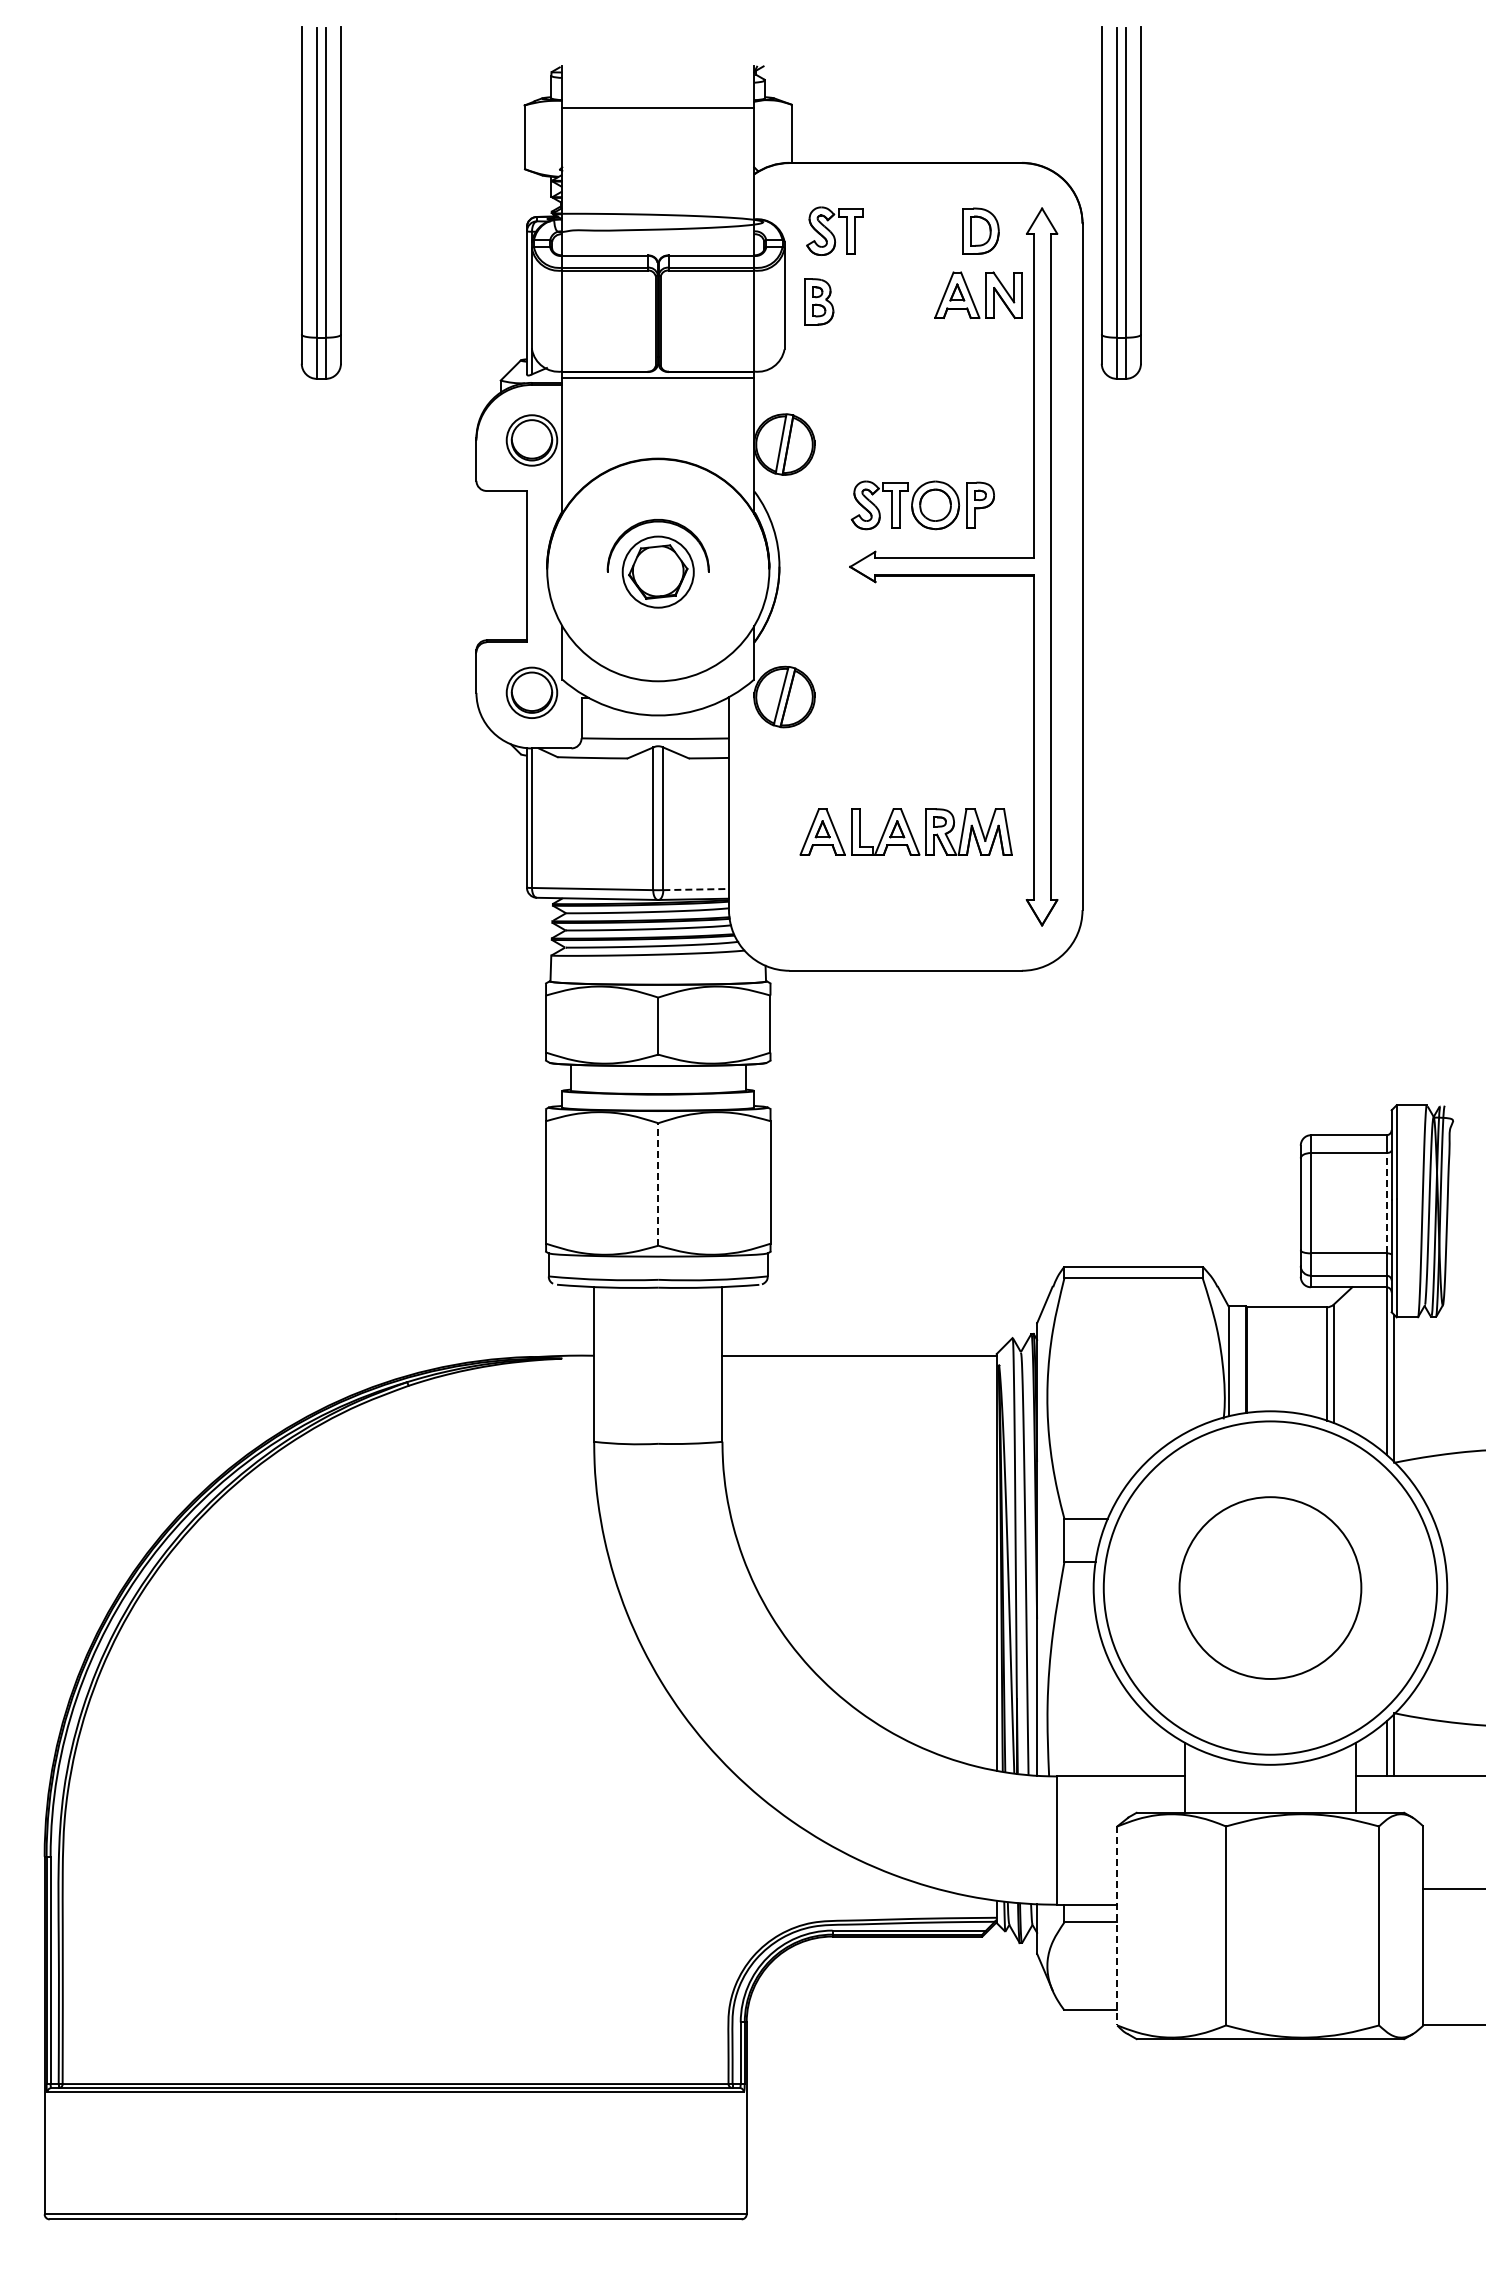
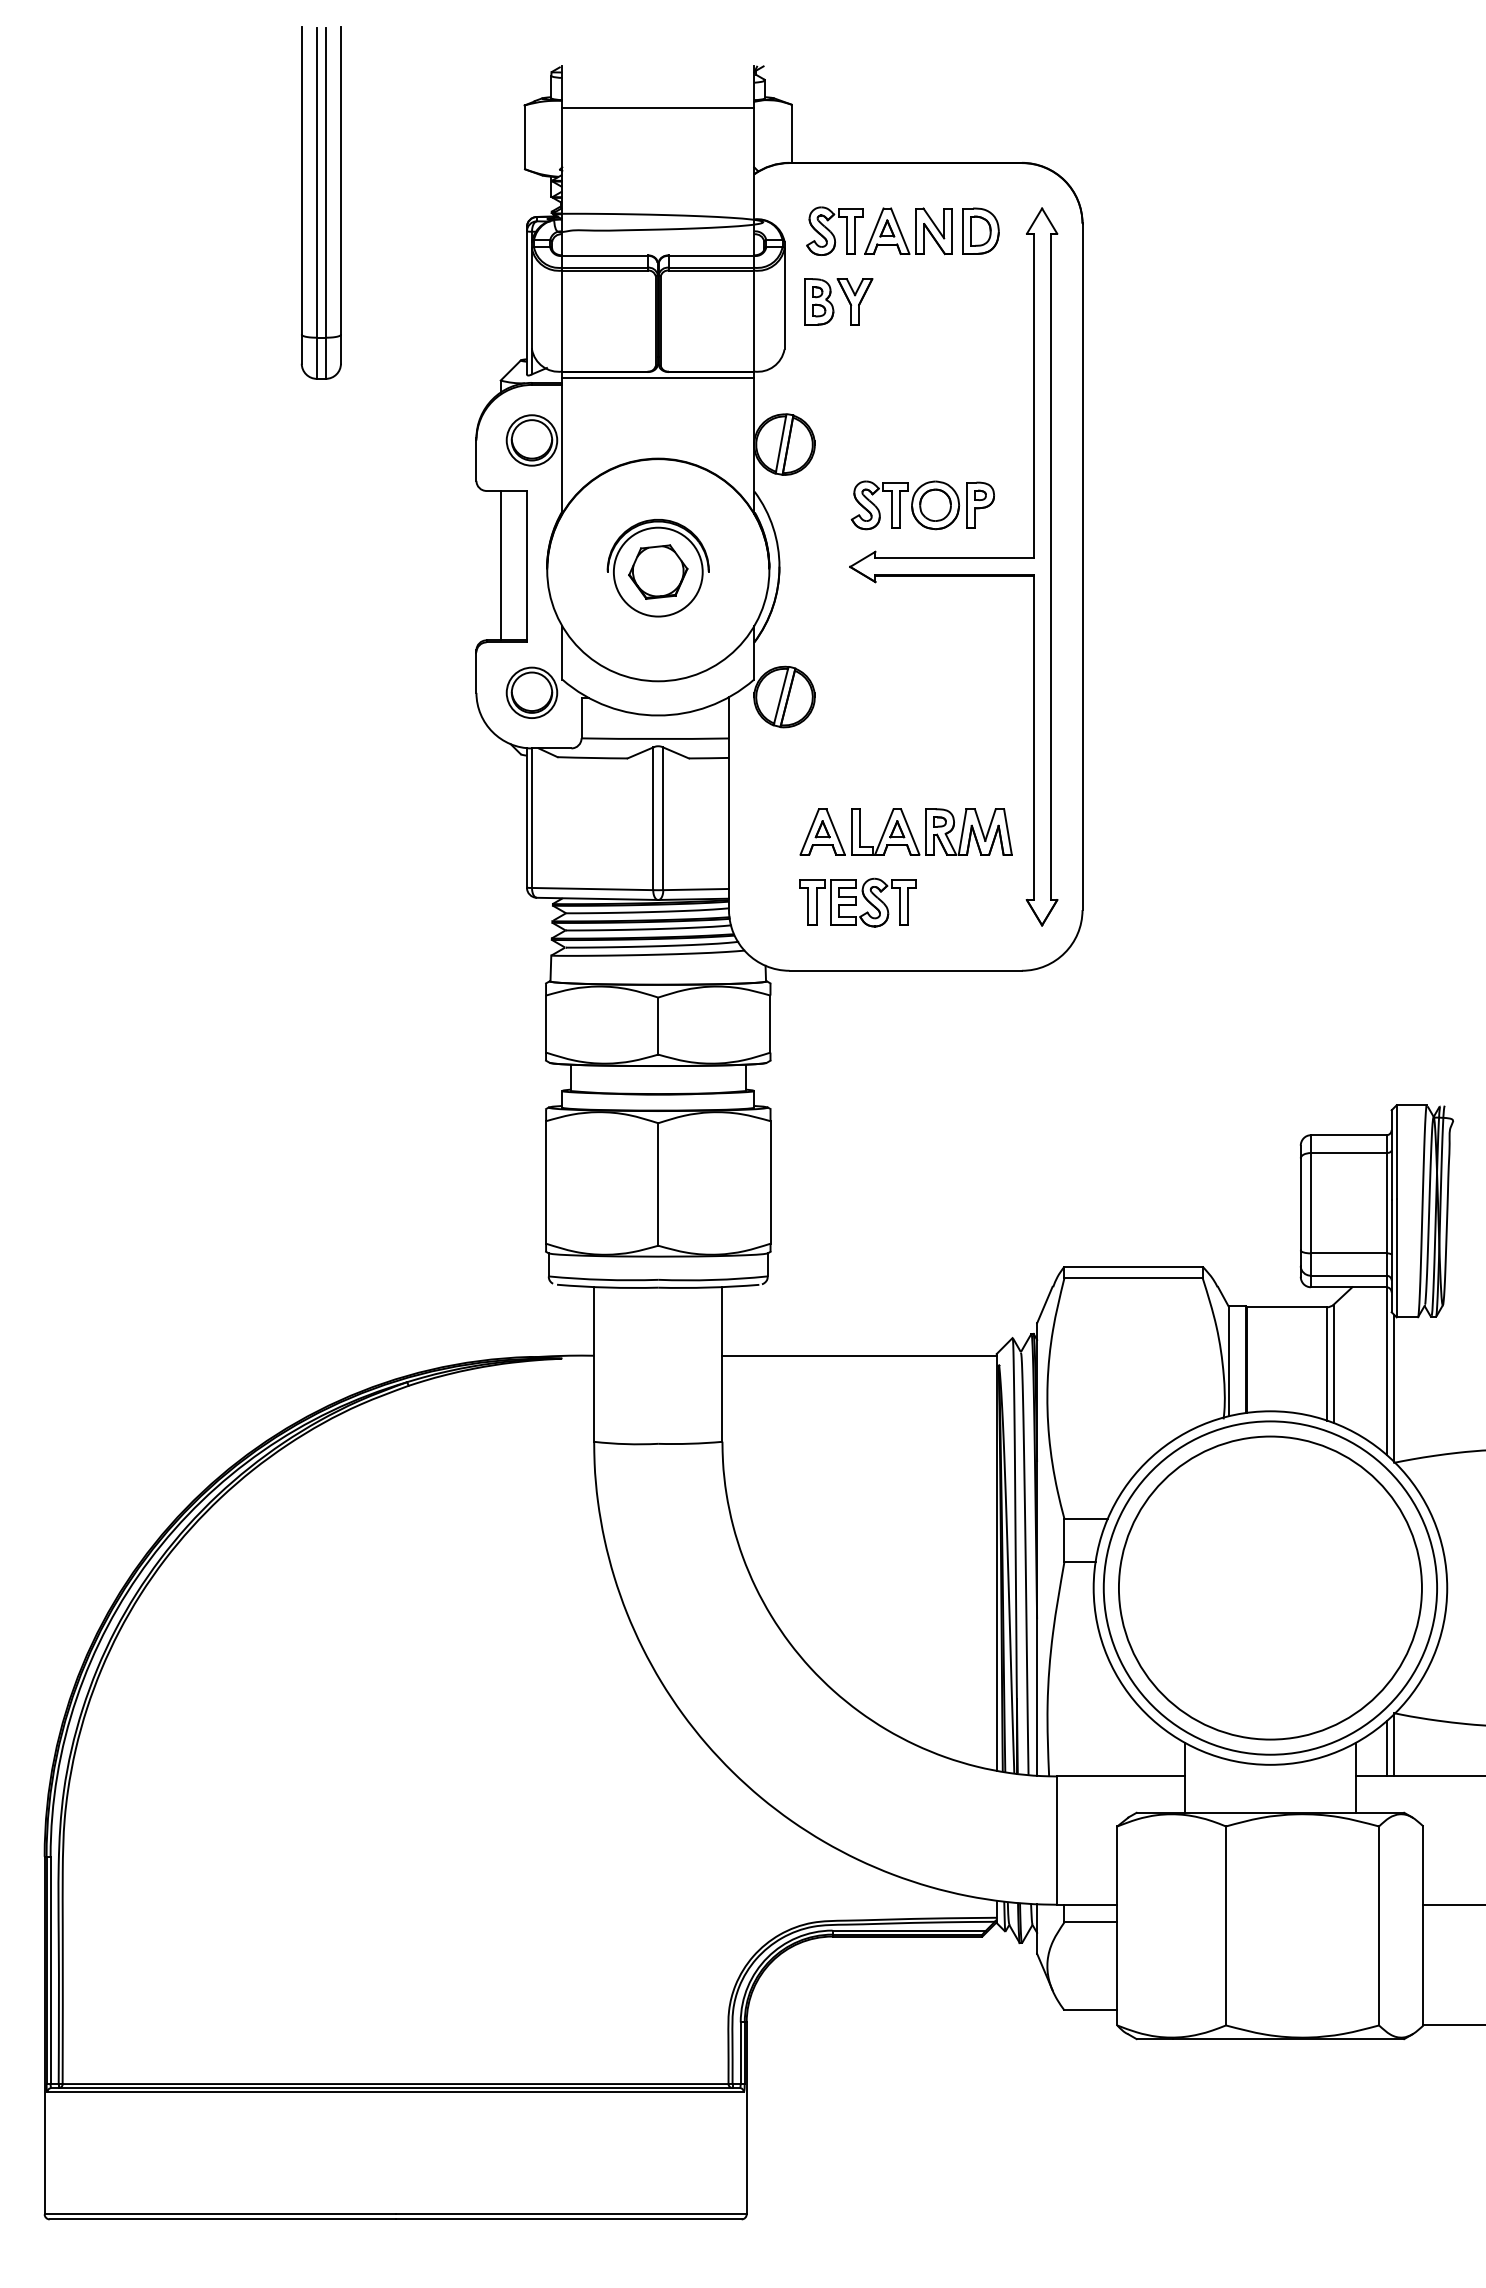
part at (1120, 202): present -> none
part at (972, 297) position: (972, 297) -> (902, 233)
part at (854, 301): none -> present
line at (500, 565): none -> present
circle at (657, 571) diameter: 71 px -> 89 px
line at (696, 889): dashed -> solid
part at (857, 902): none -> present
line at (658, 1183): dashed -> solid
line at (1386, 1202): dashed -> solid
circle at (1270, 1587) diameter: 182 px -> 303 px
line at (1452, 1888) position: (1452, 1888) -> (1452, 1904)
line at (1117, 1926): dashed -> solid
